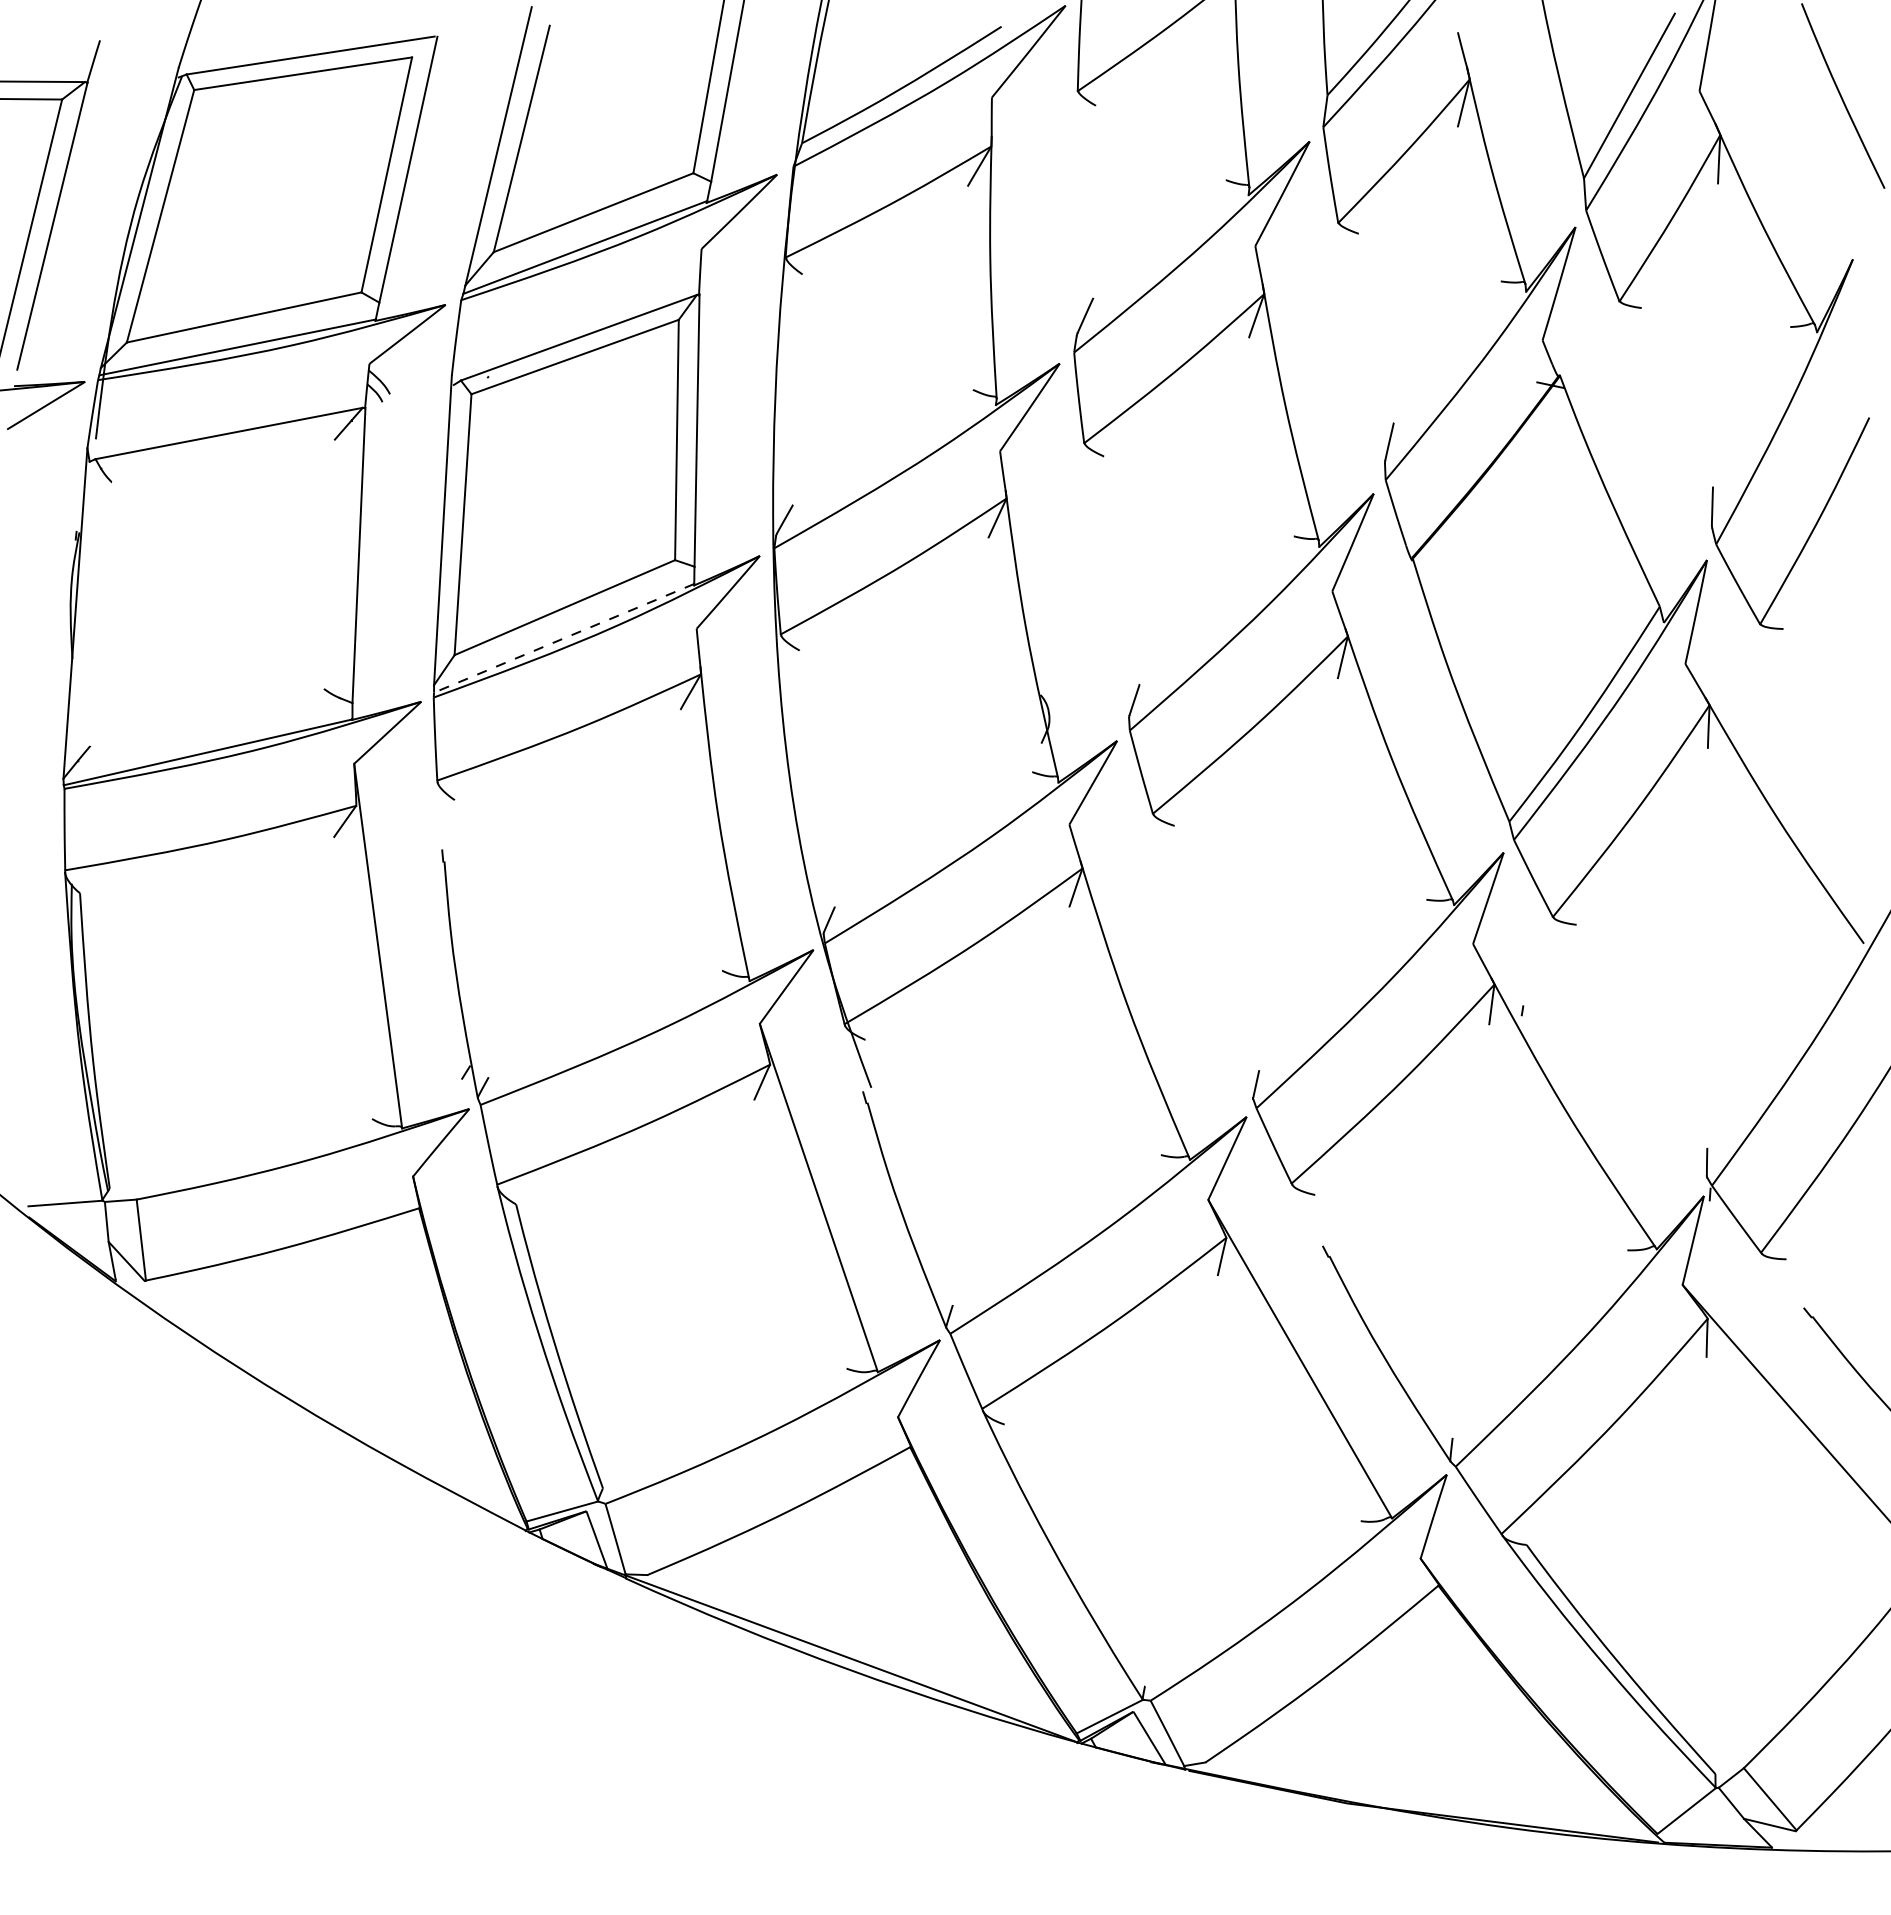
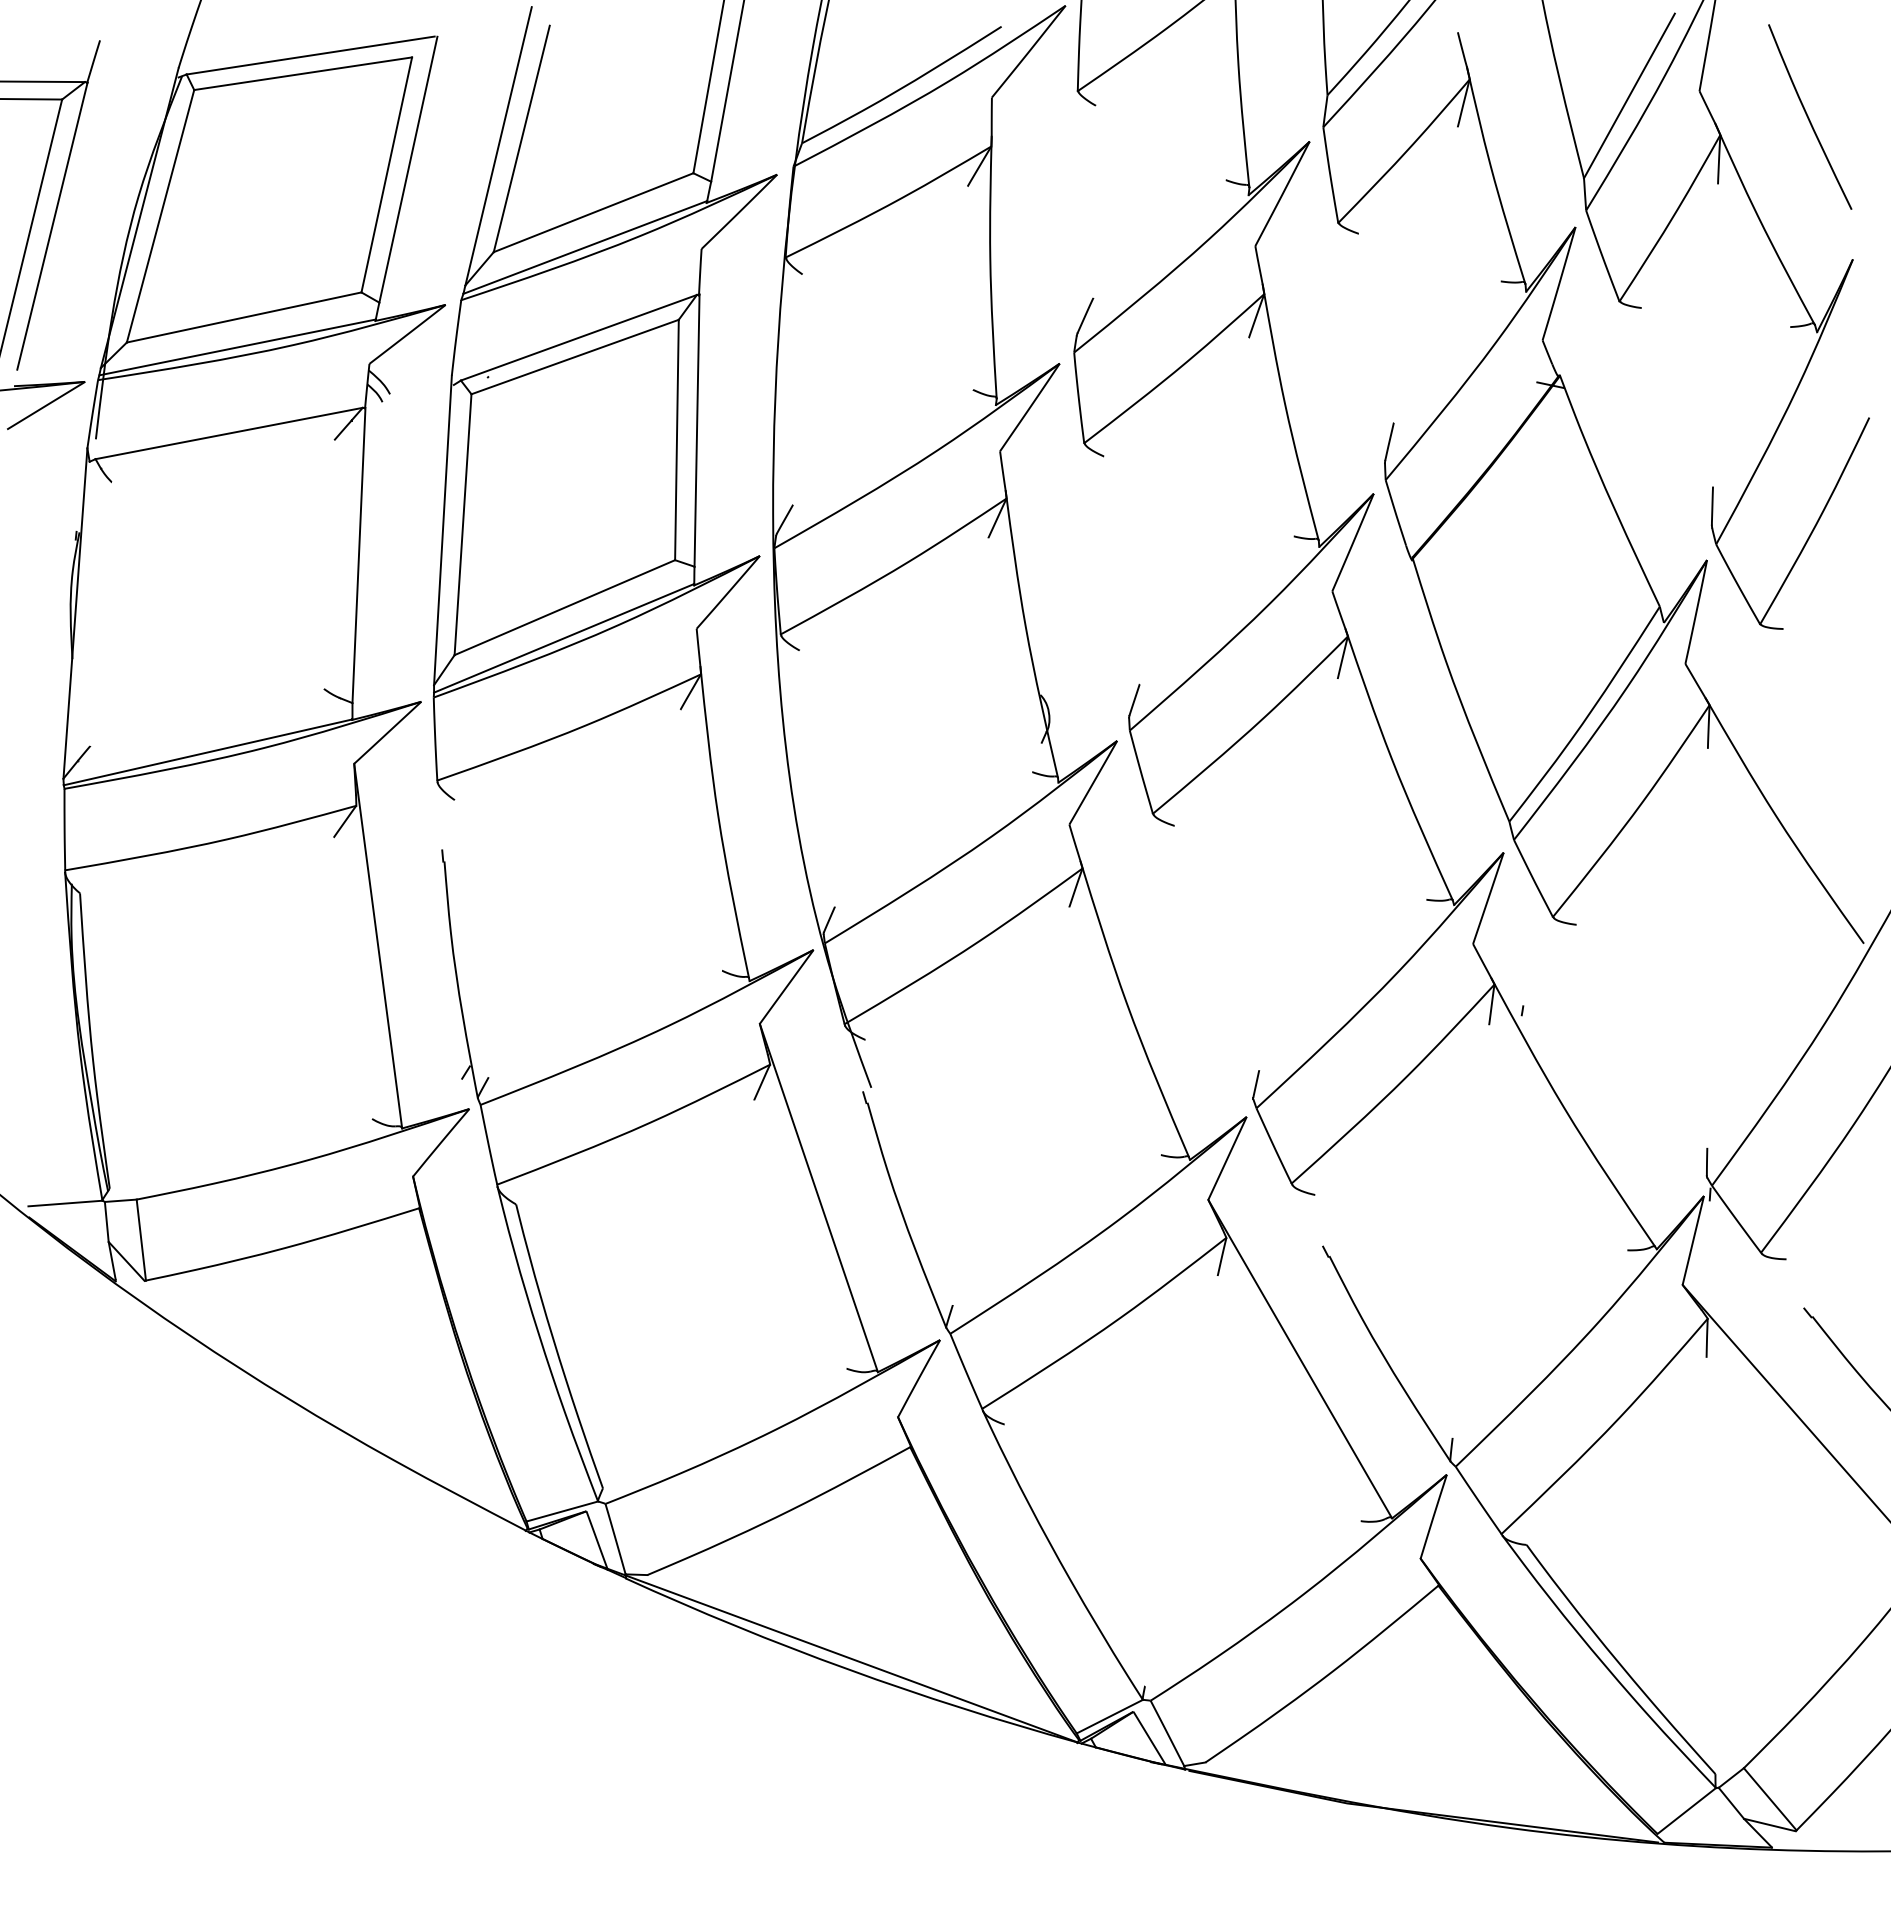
curve at (1842, 96) position: (1842, 96) -> (1809, 117)
line at (564, 638): dashed -> solid
